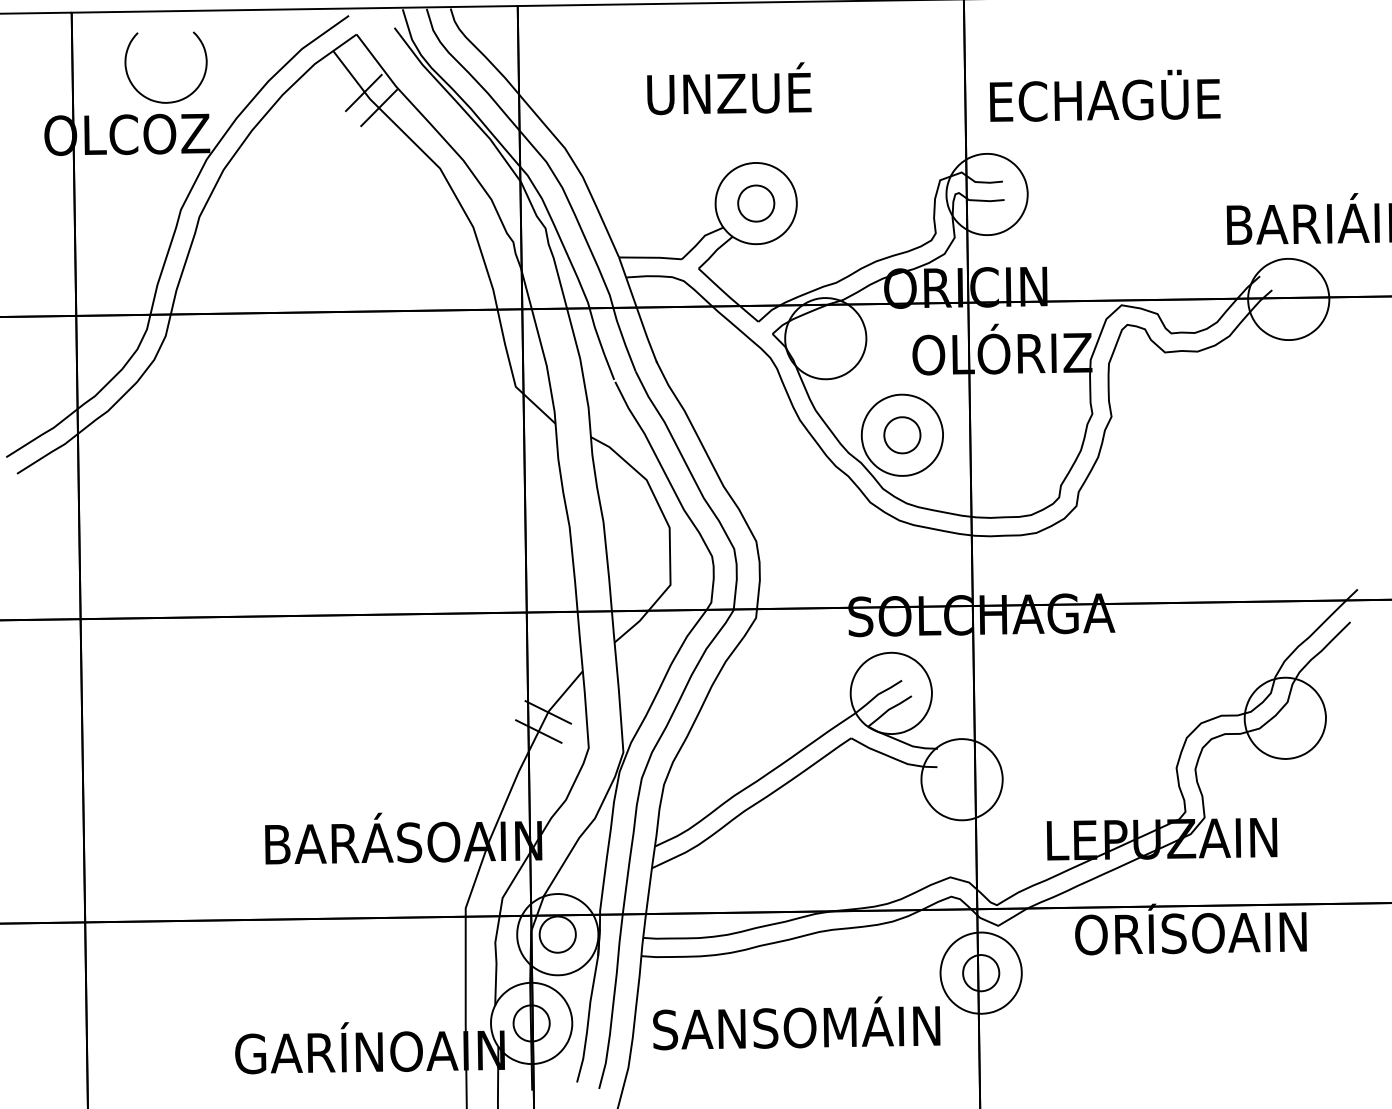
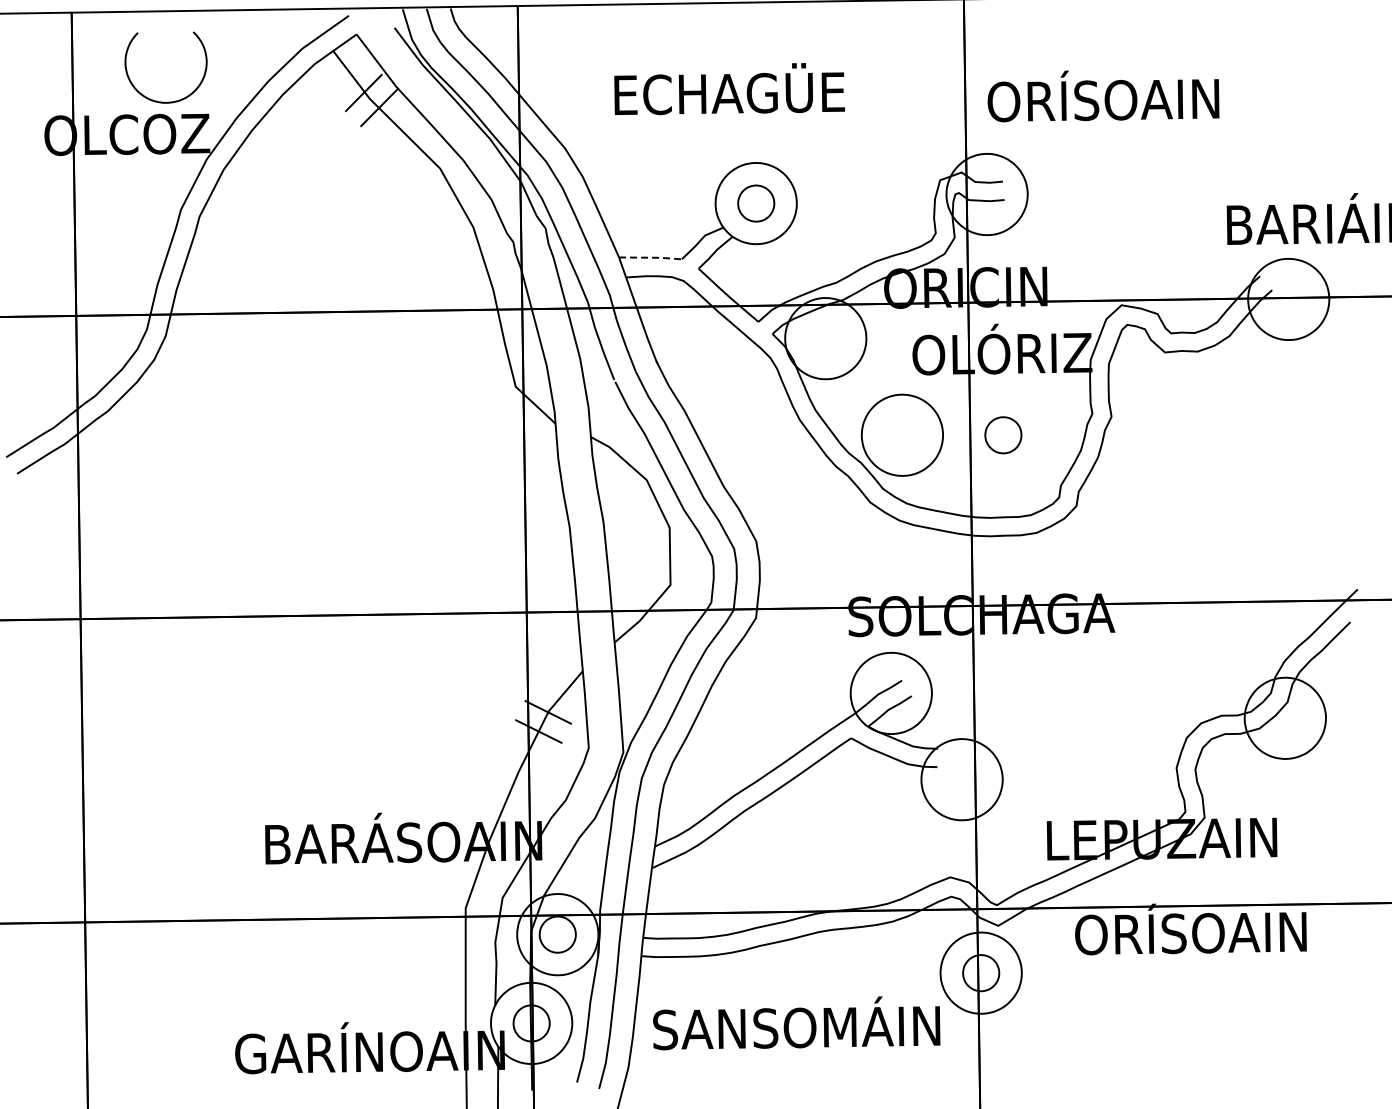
text at (729, 88): UNZUÉ -> ECHAGÜE
text at (1103, 95): ECHAGÜE -> ORÍSOAIN
line at (651, 257): solid -> dashed
part at (902, 435) position: (902, 435) -> (1003, 435)
